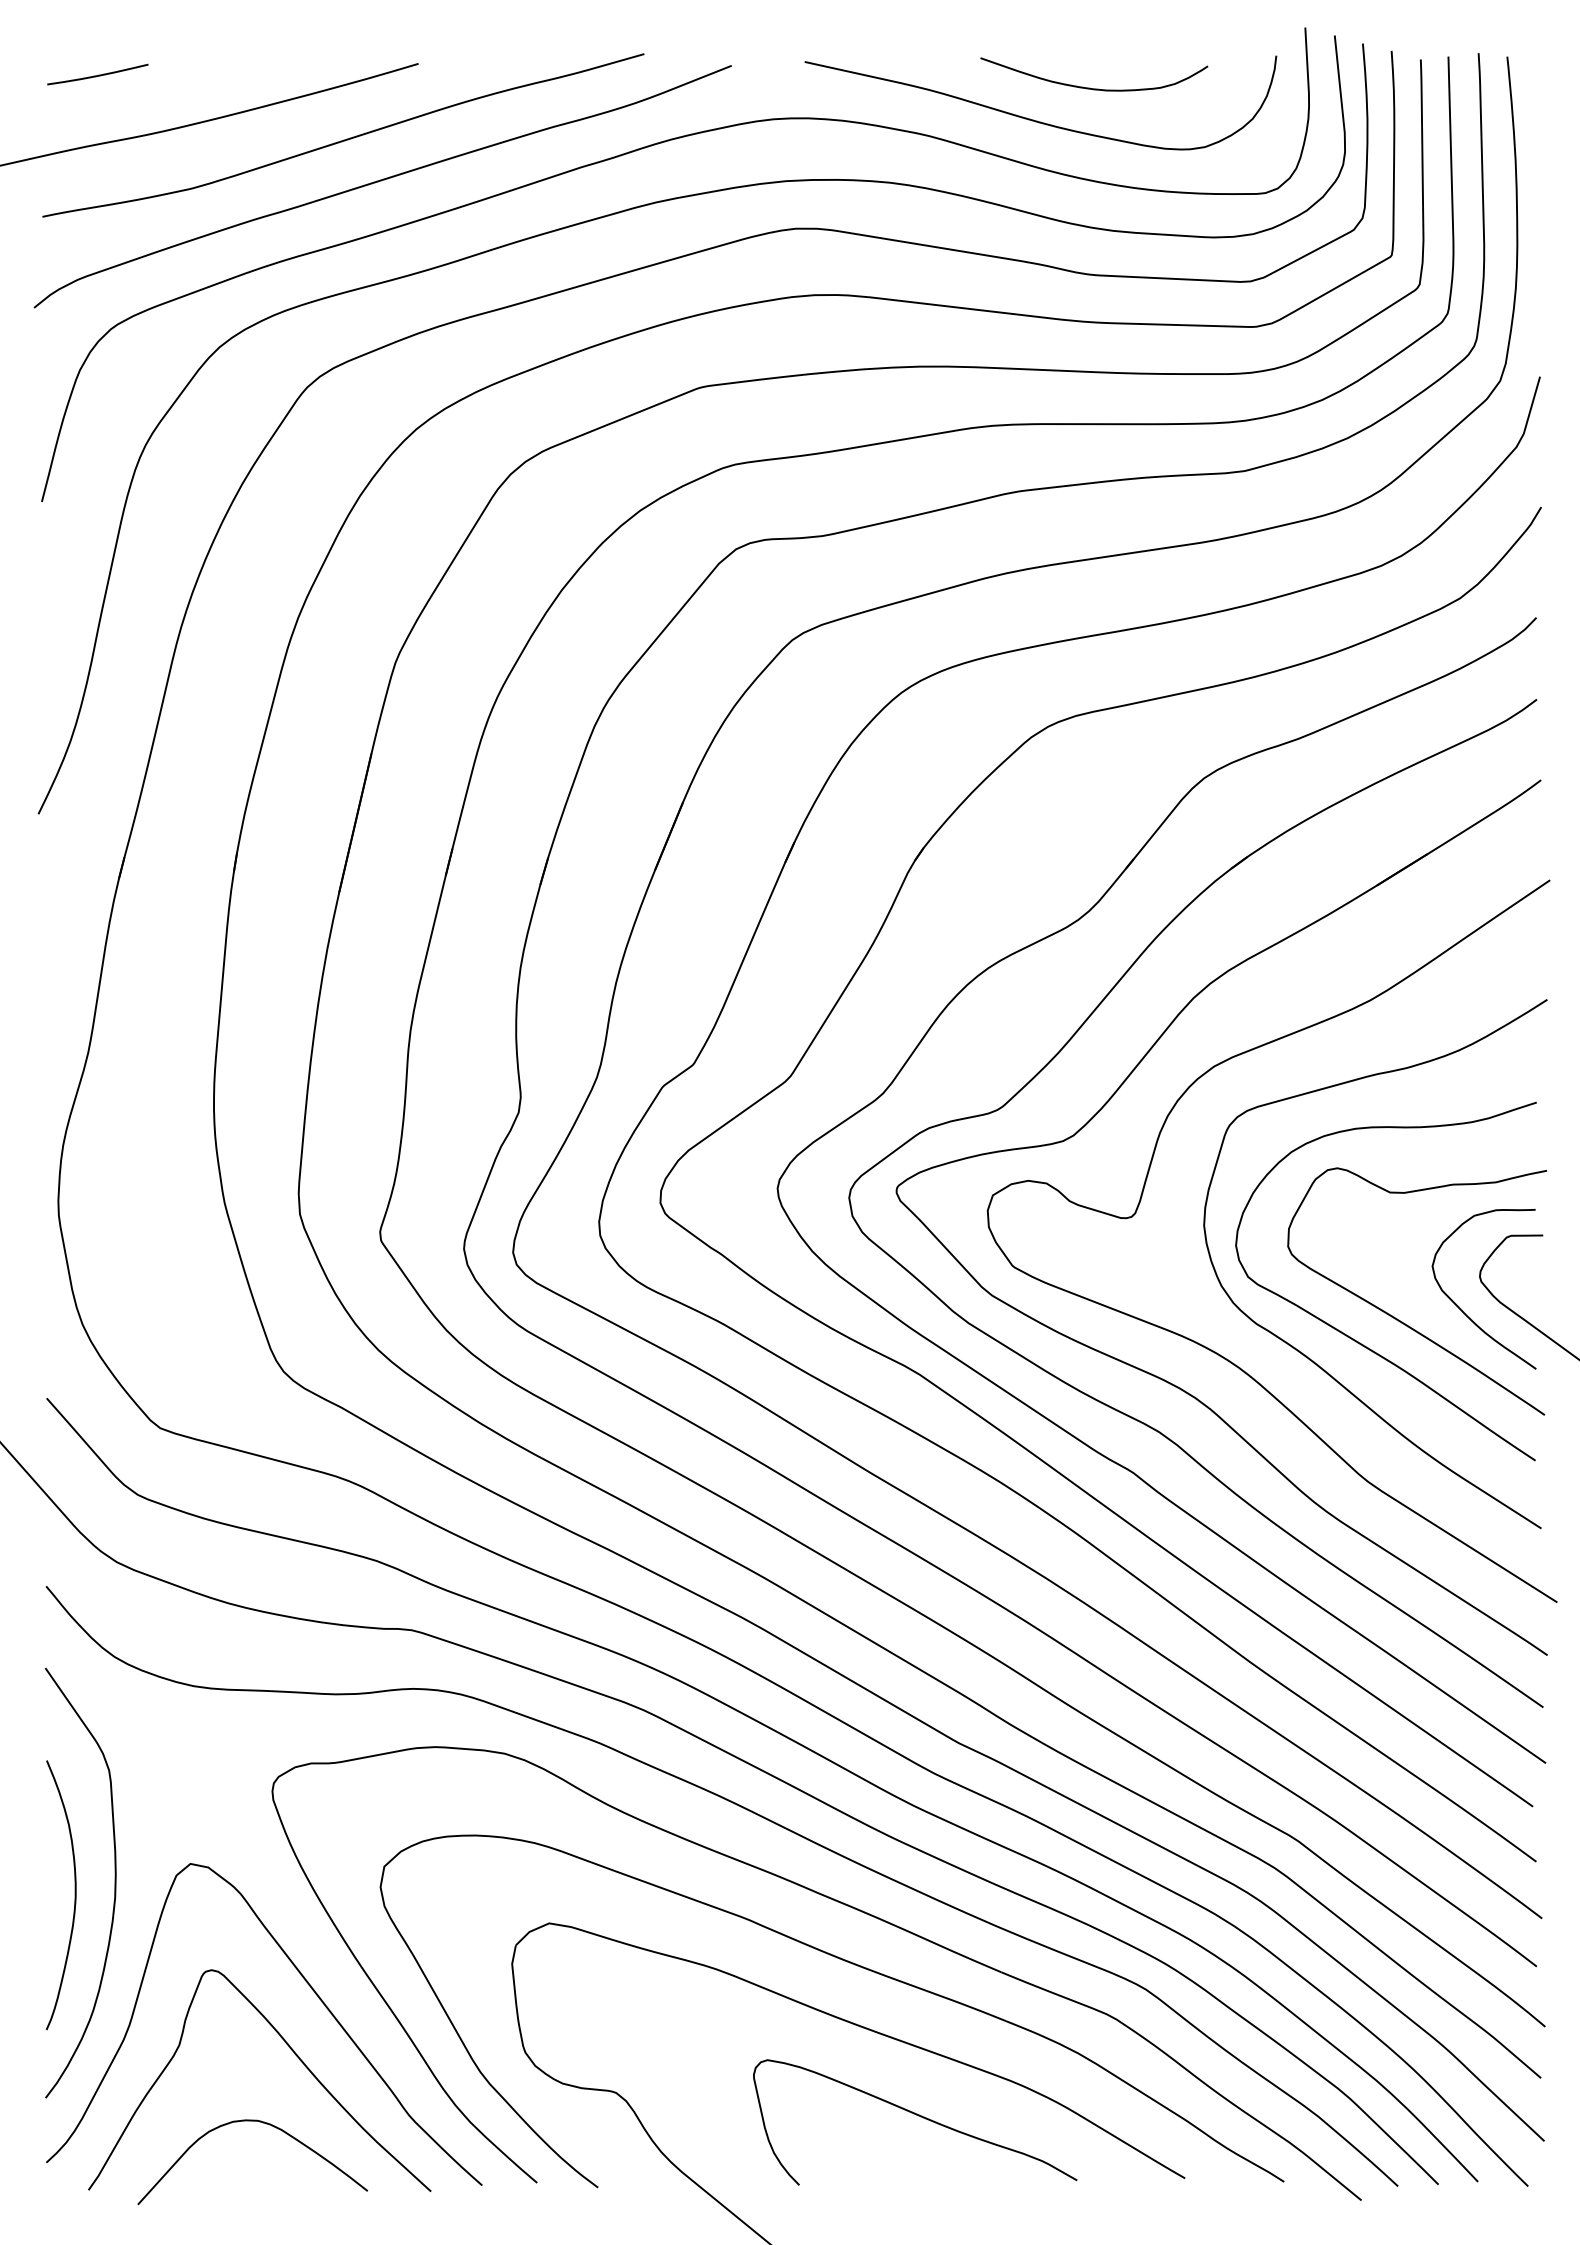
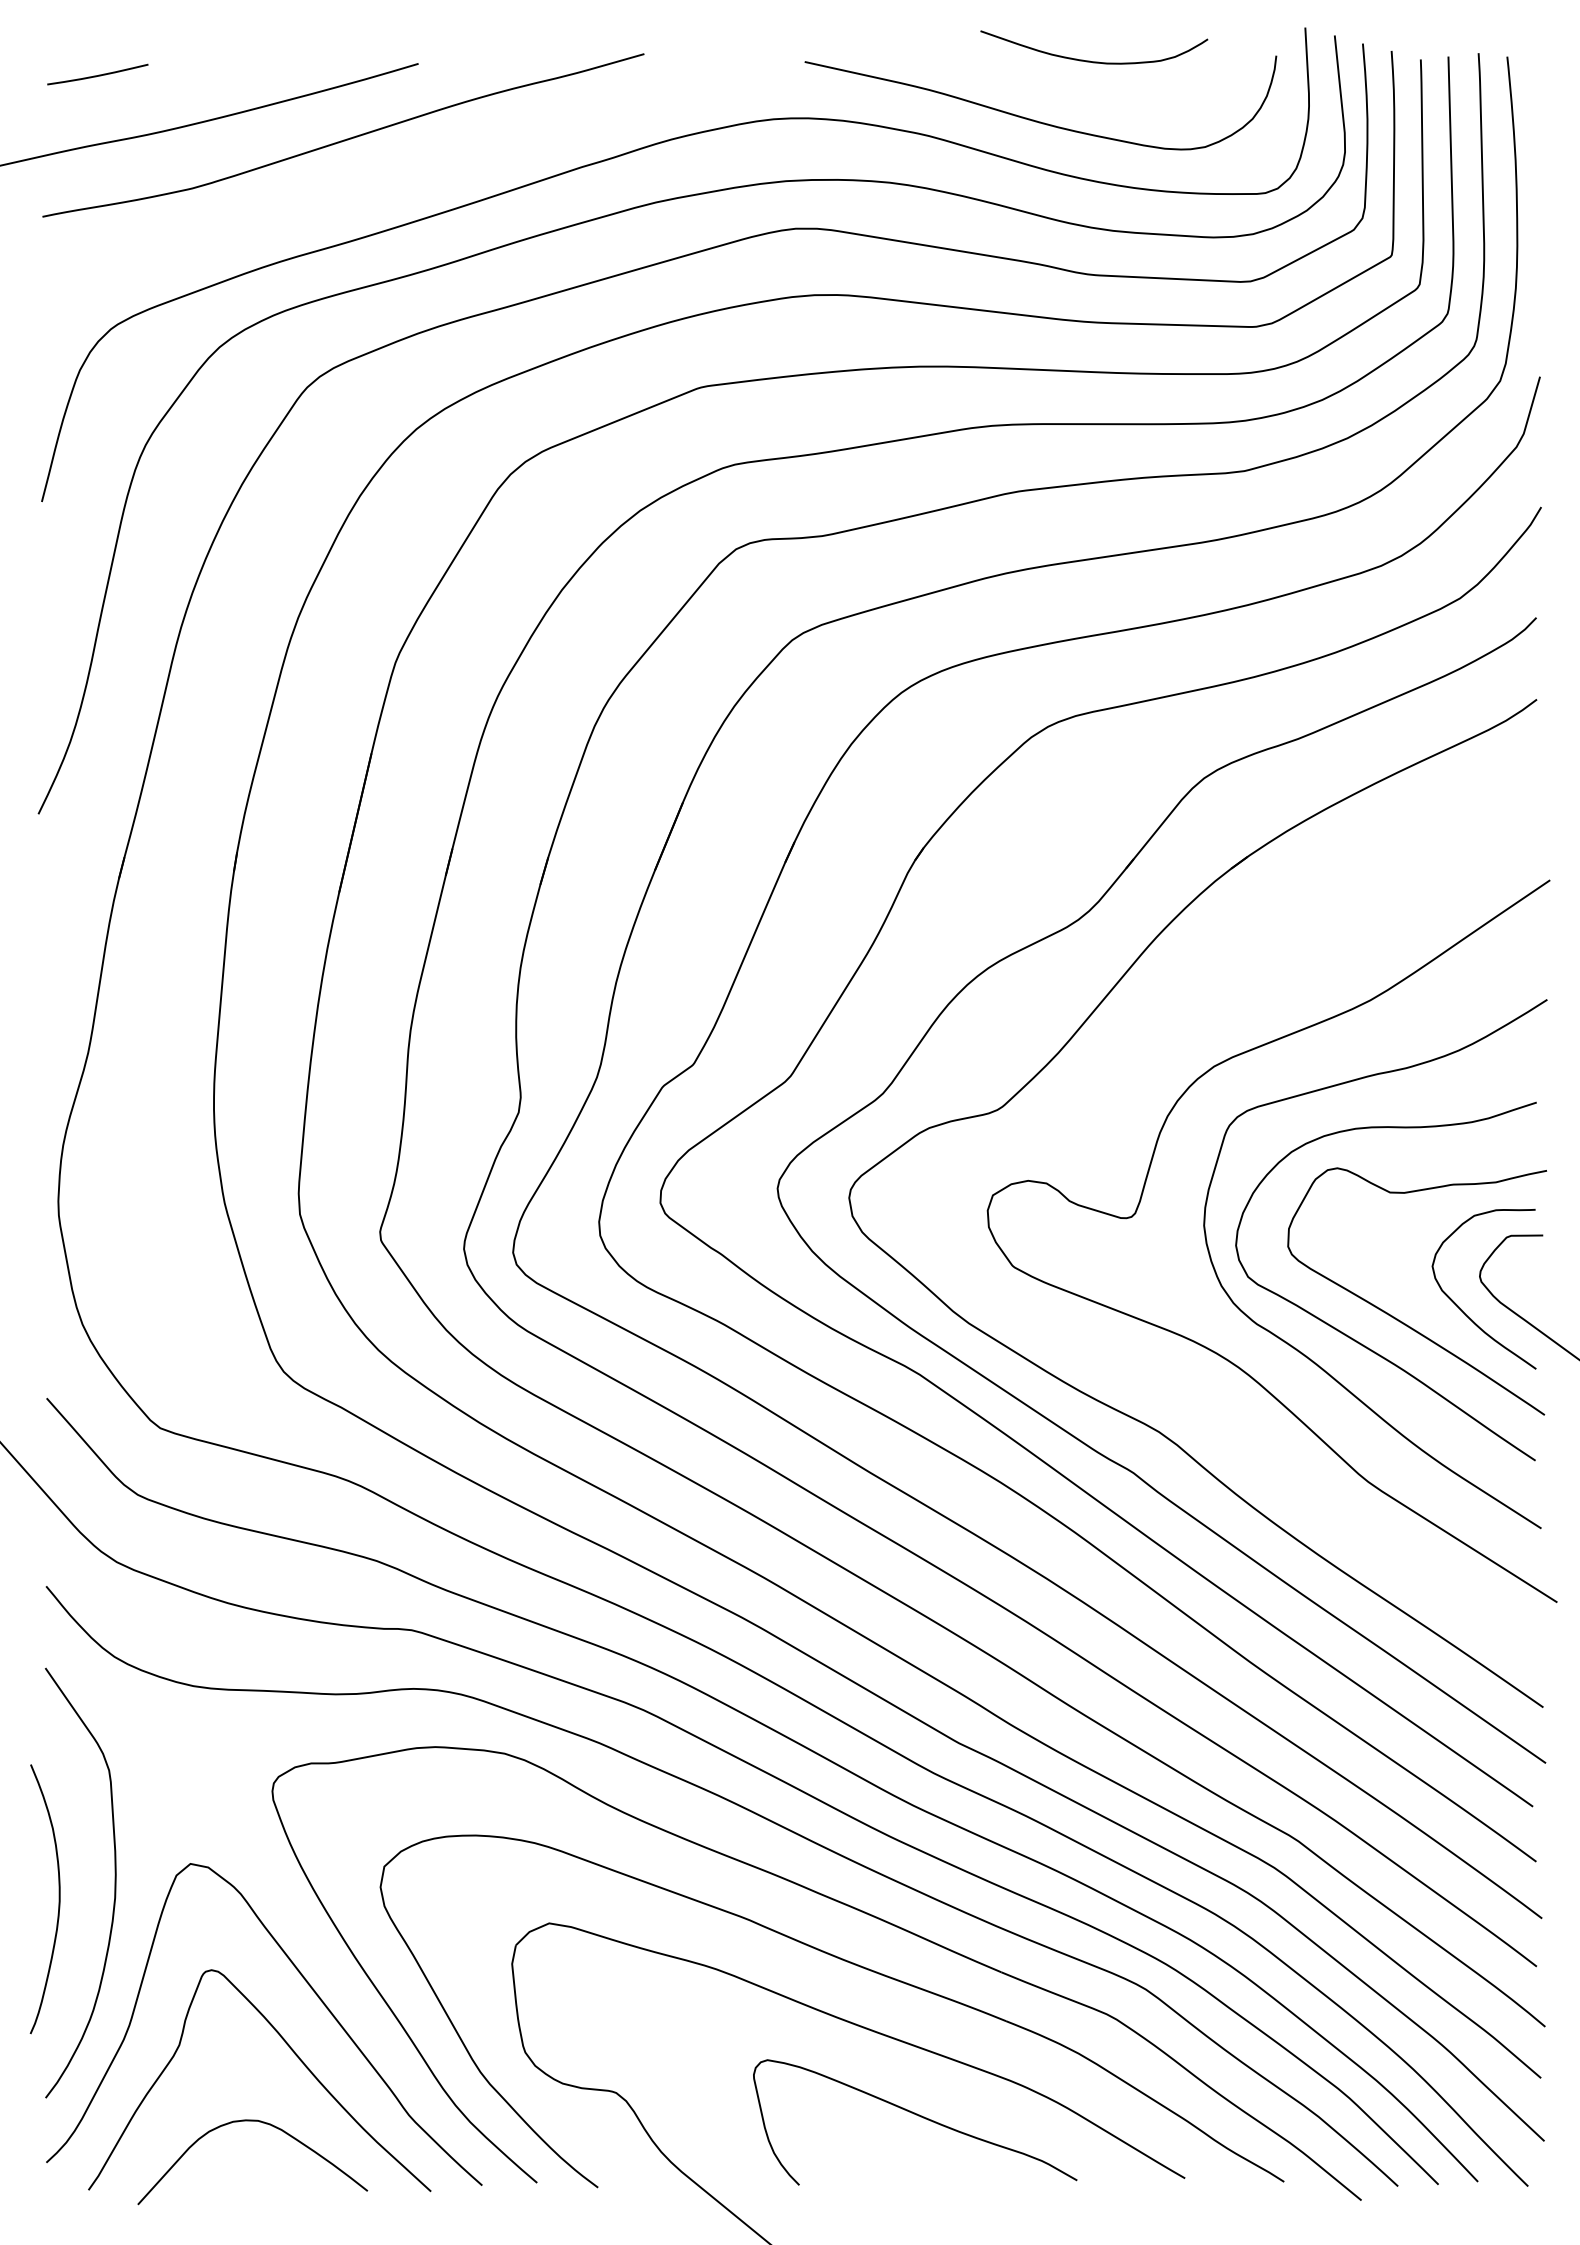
curve at (1090, 87) position: (1090, 87) -> (1090, 60)
curve at (381, 181): present -> none
part at (1101, 1110): present -> none
curve at (74, 1895) position: (74, 1895) -> (58, 1899)
